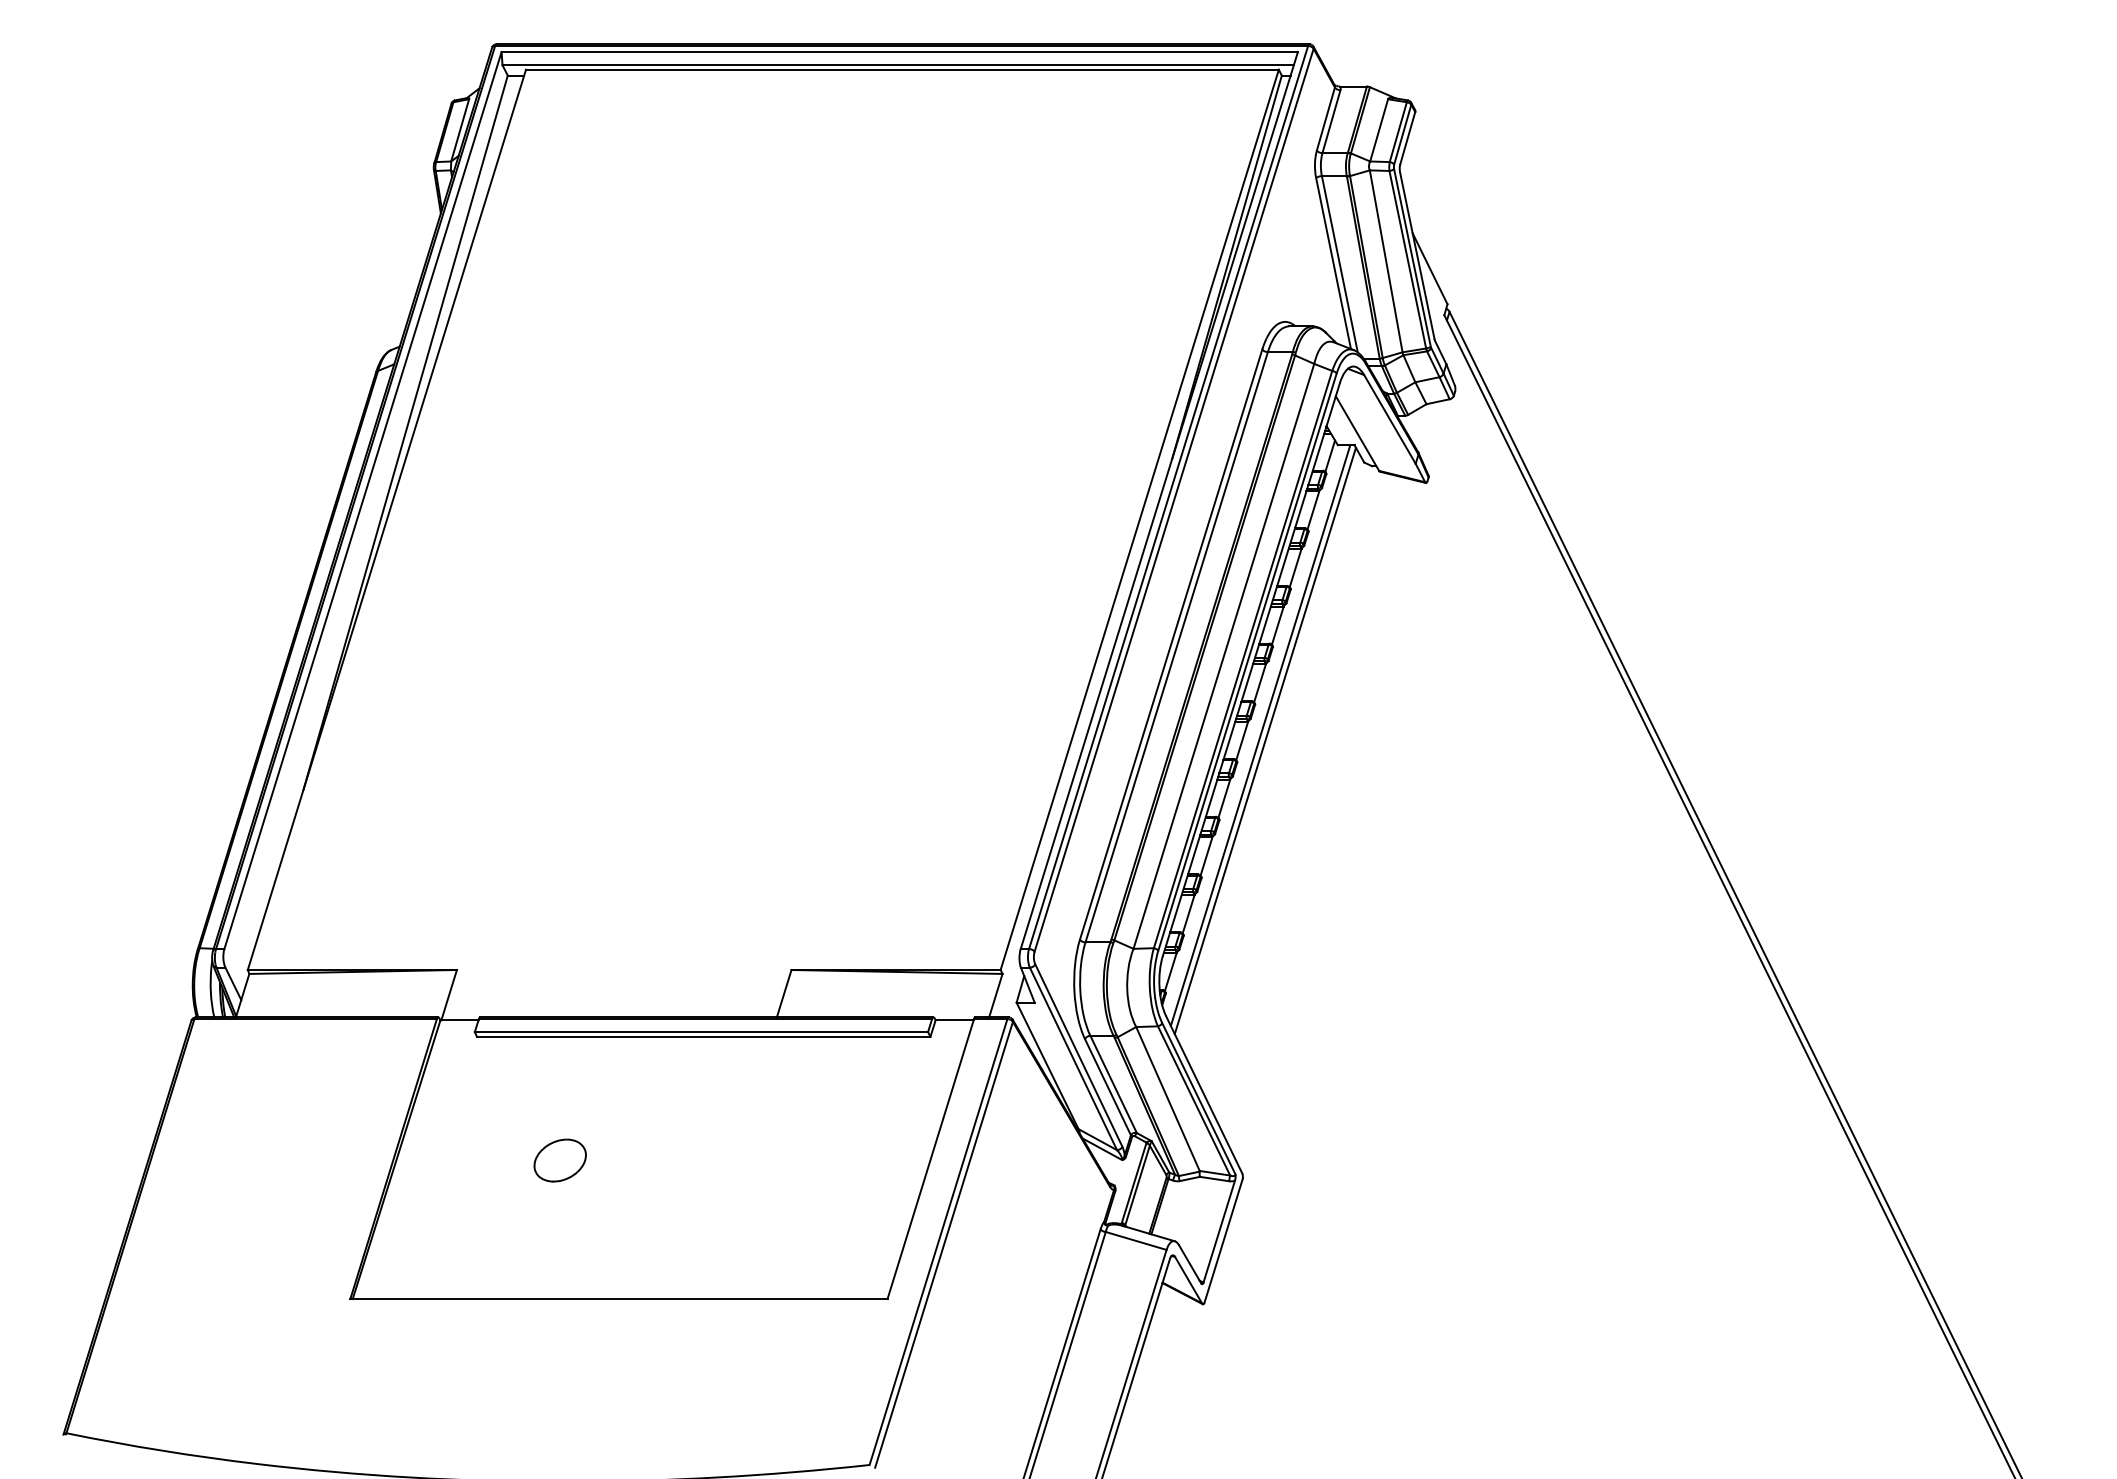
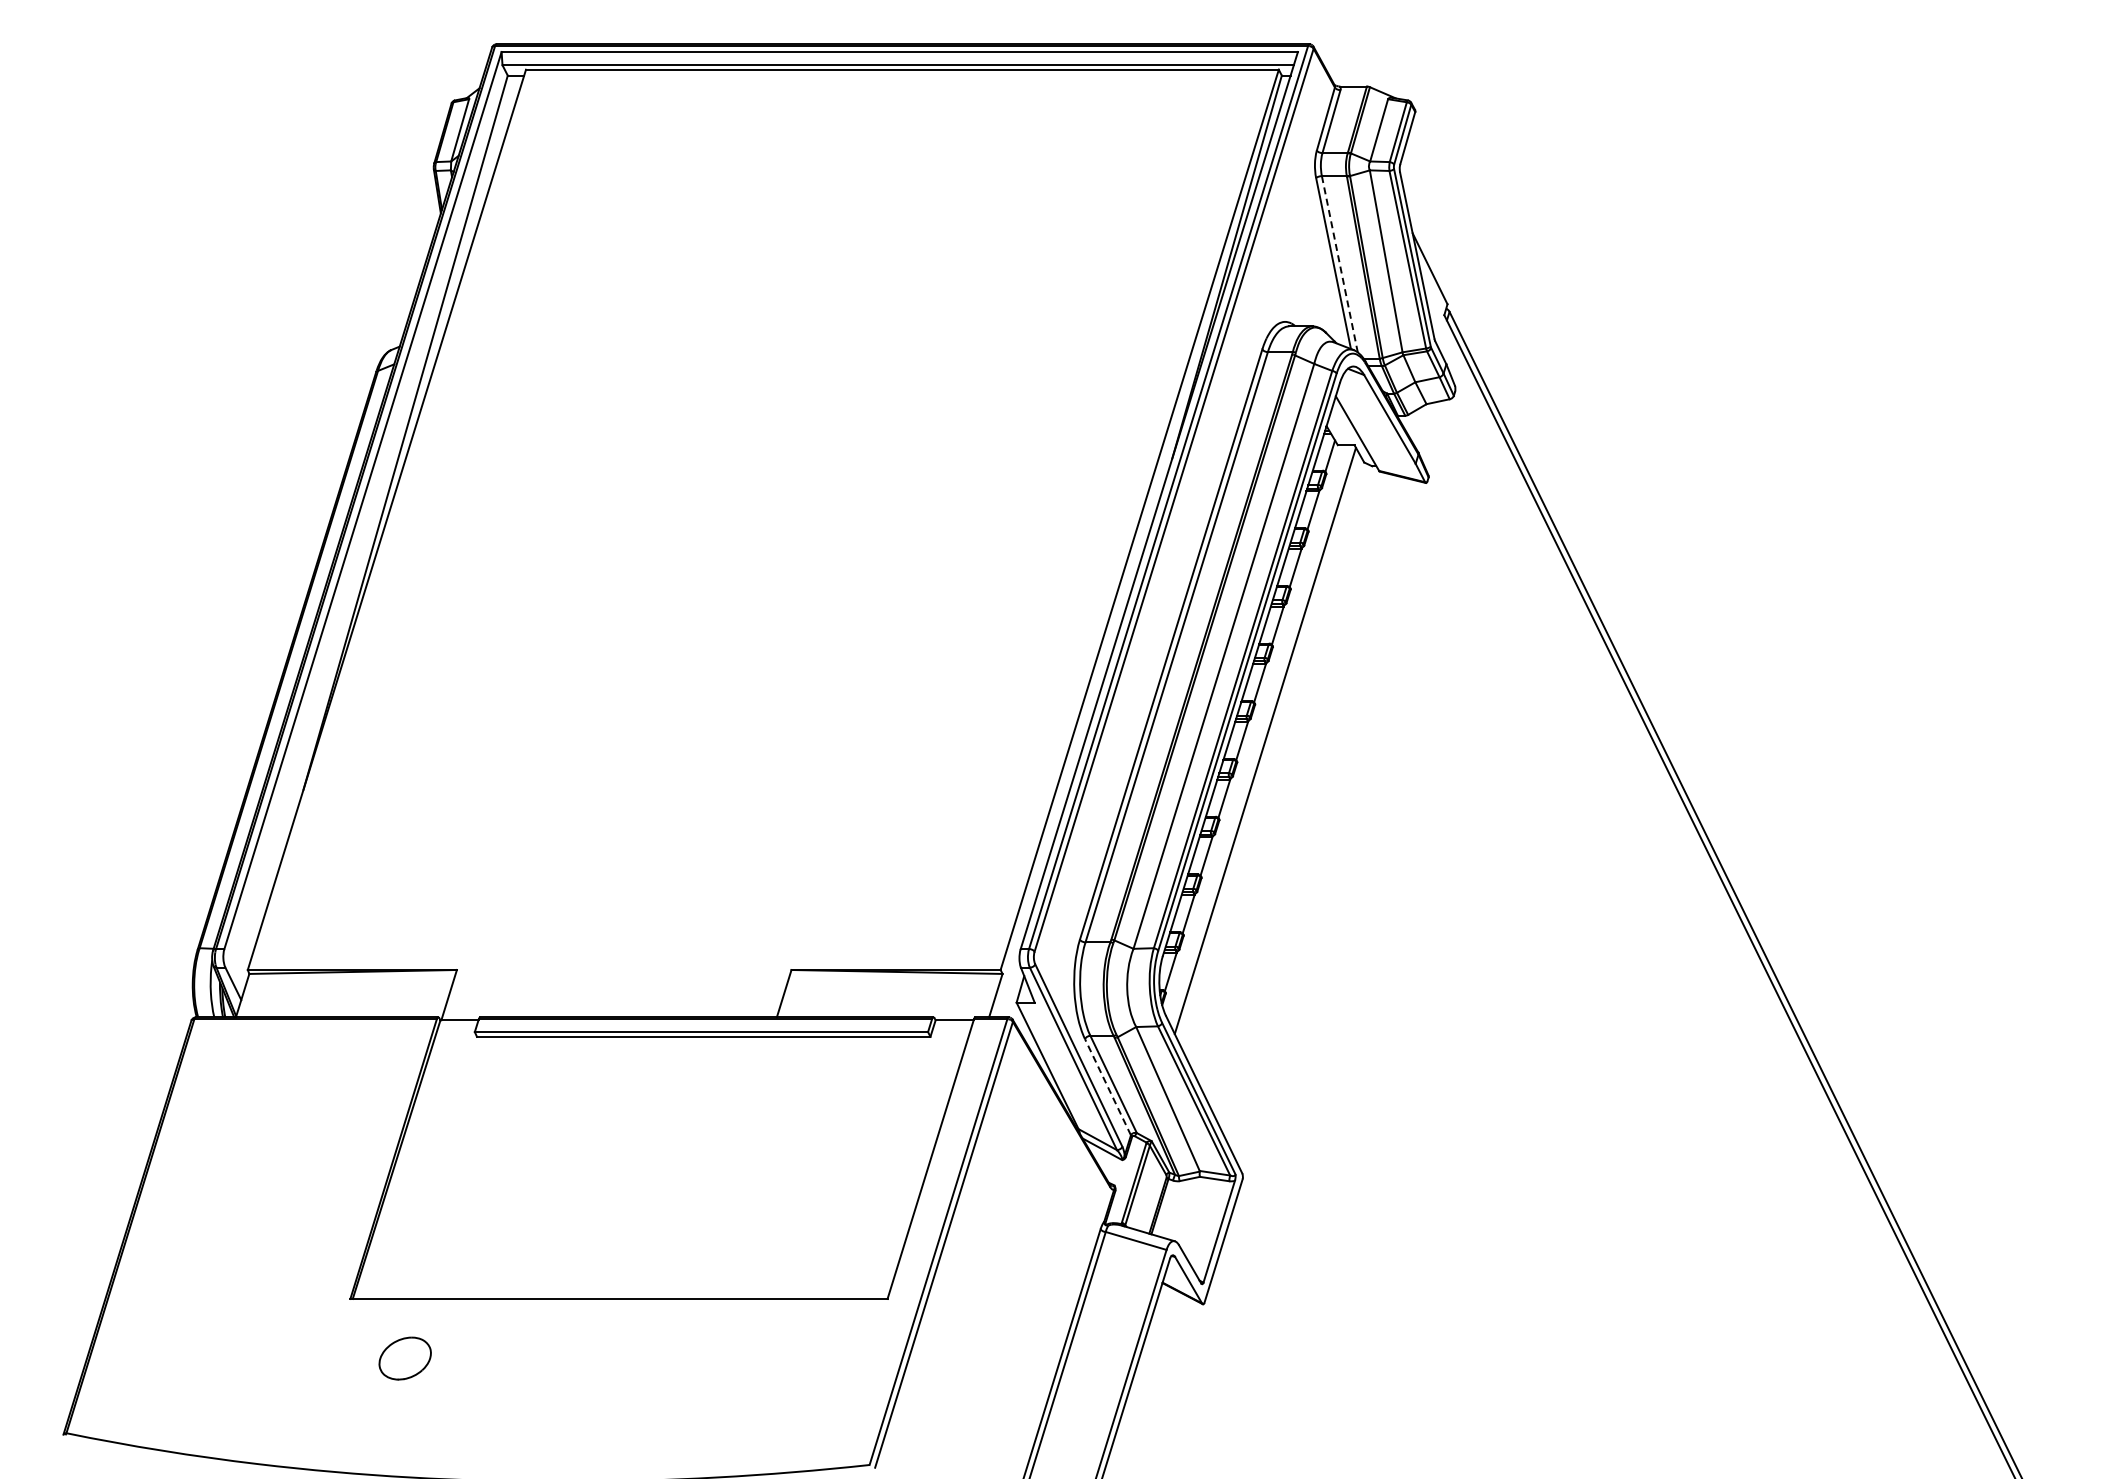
line at (1339, 264): solid -> dashed
line at (1260, 735): present -> none
line at (1107, 1086): solid -> dashed
part at (559, 1160) position: (559, 1160) -> (404, 1358)
